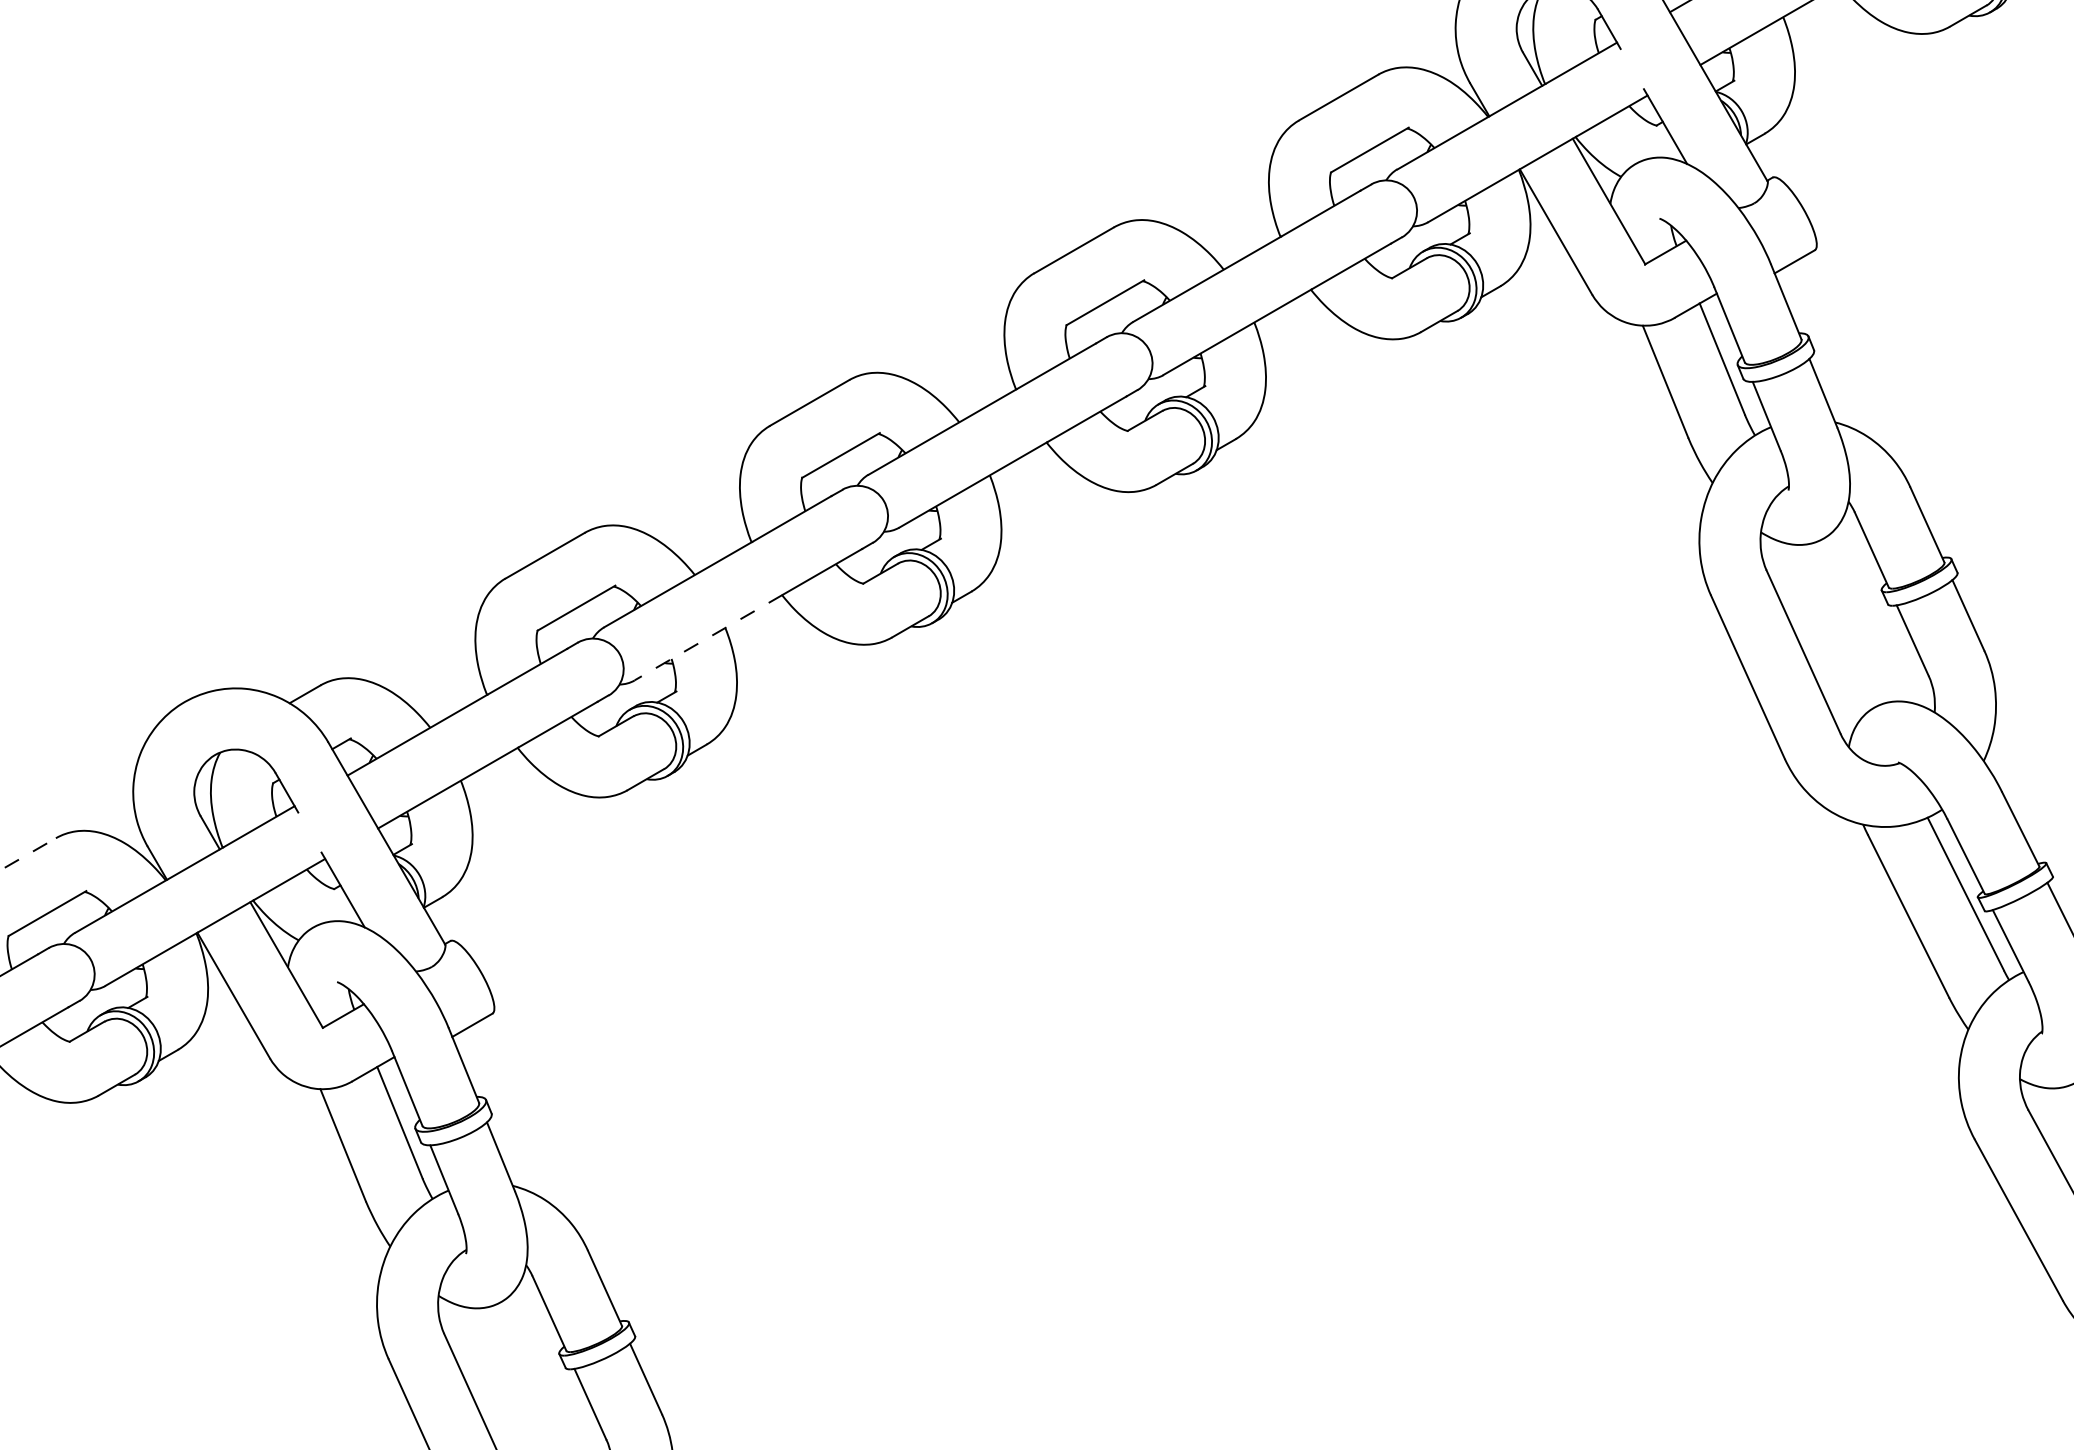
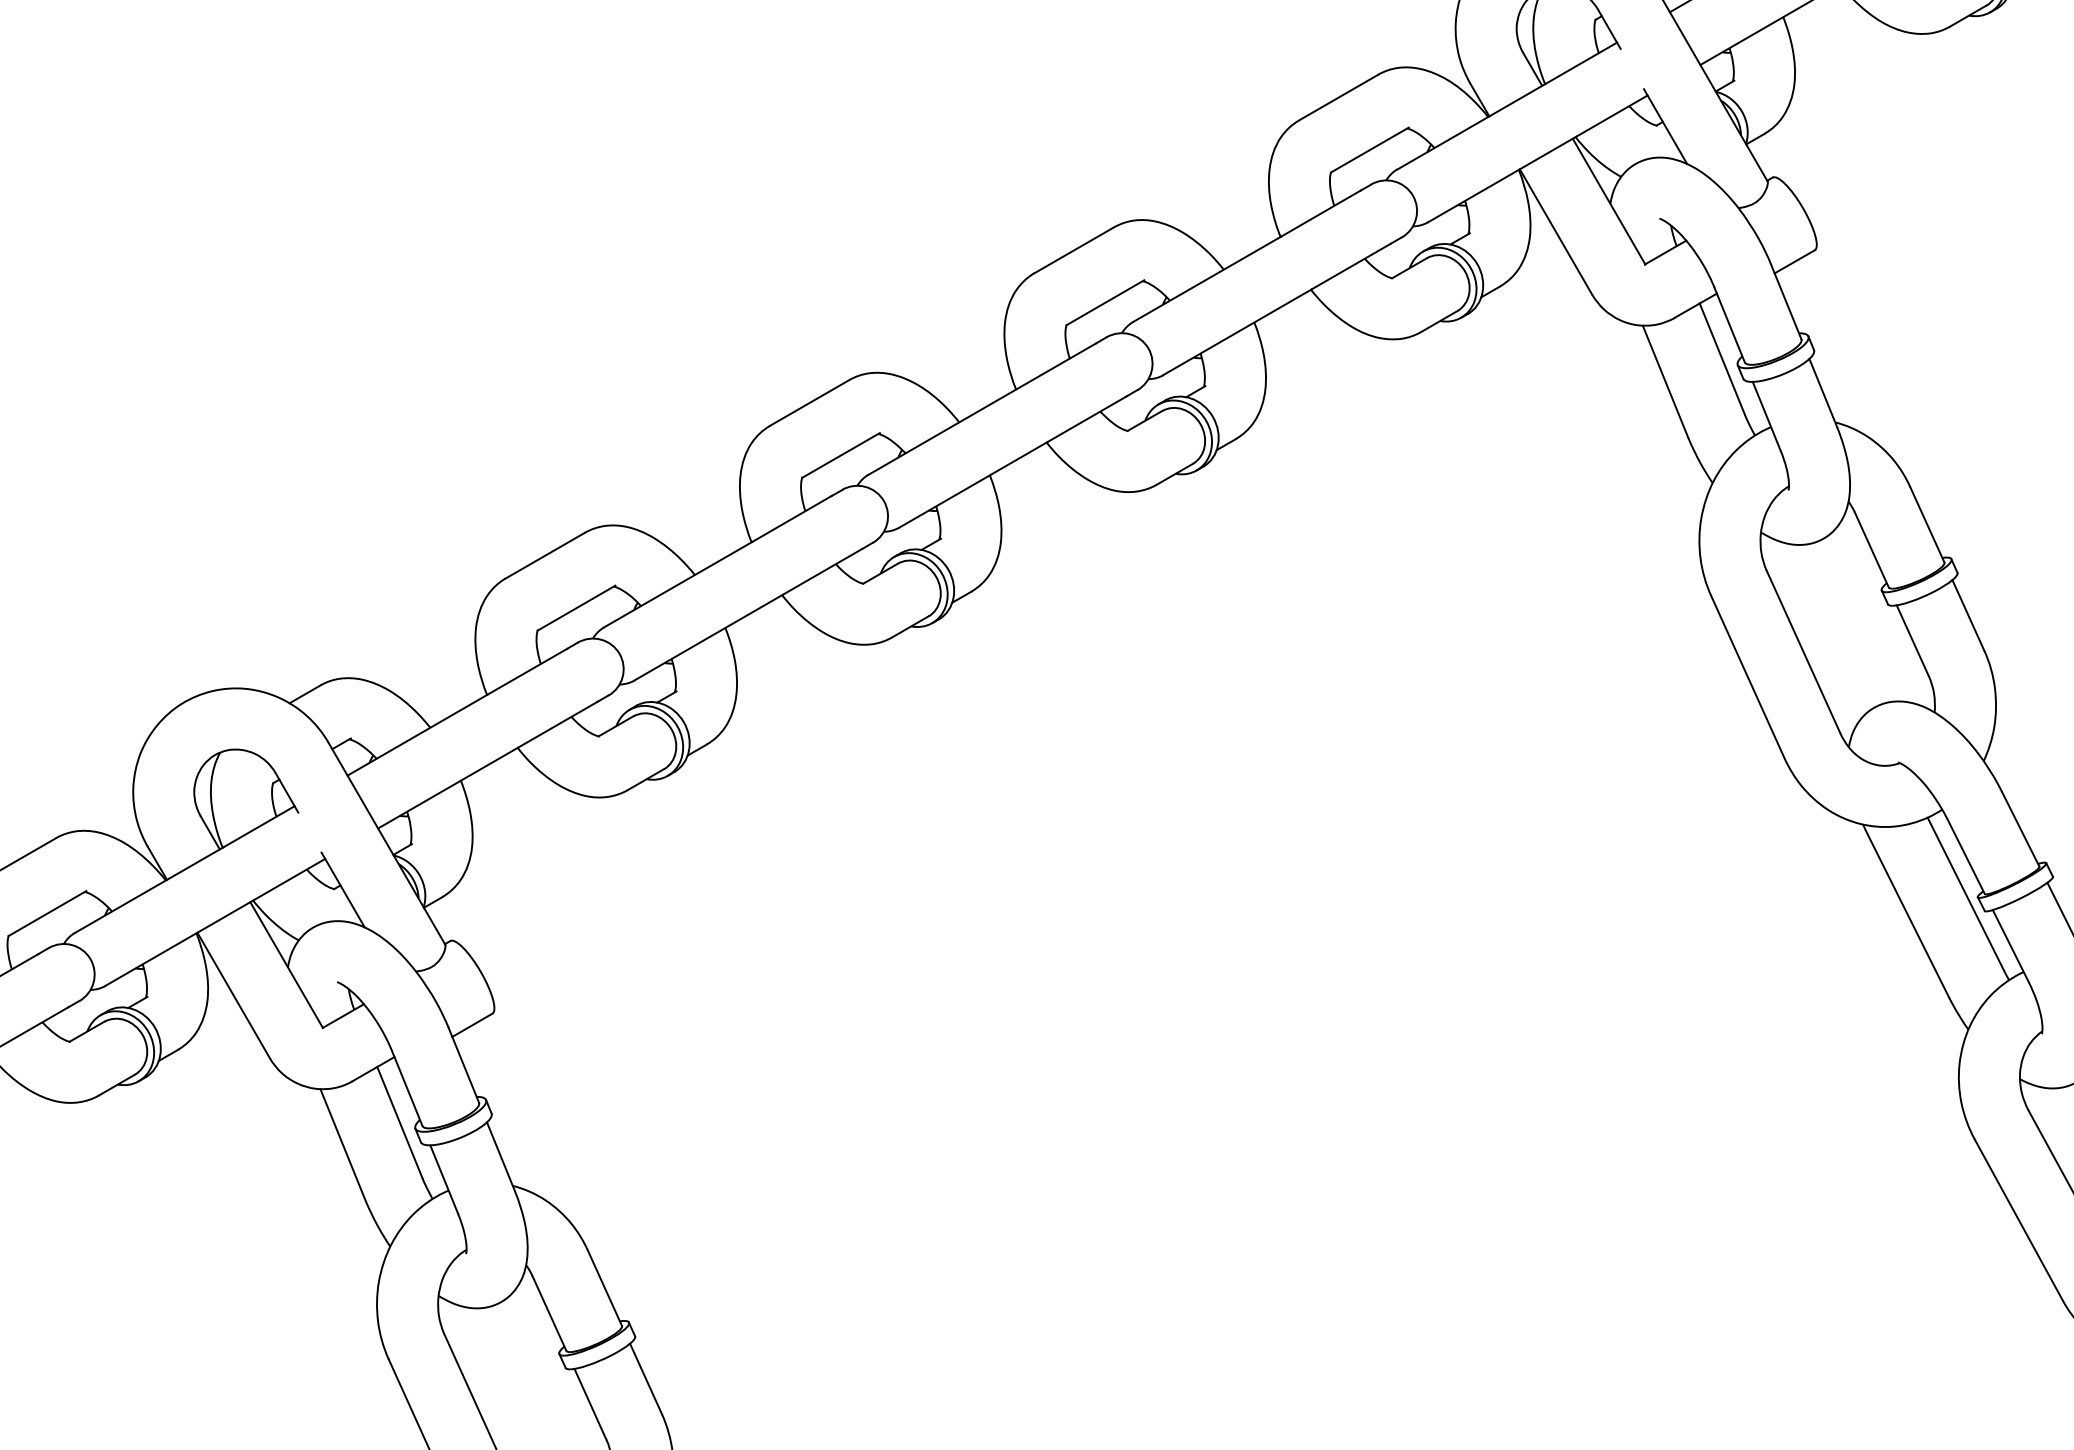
line at (708, 637): dashed -> solid
line at (28, 854): dashed -> solid
